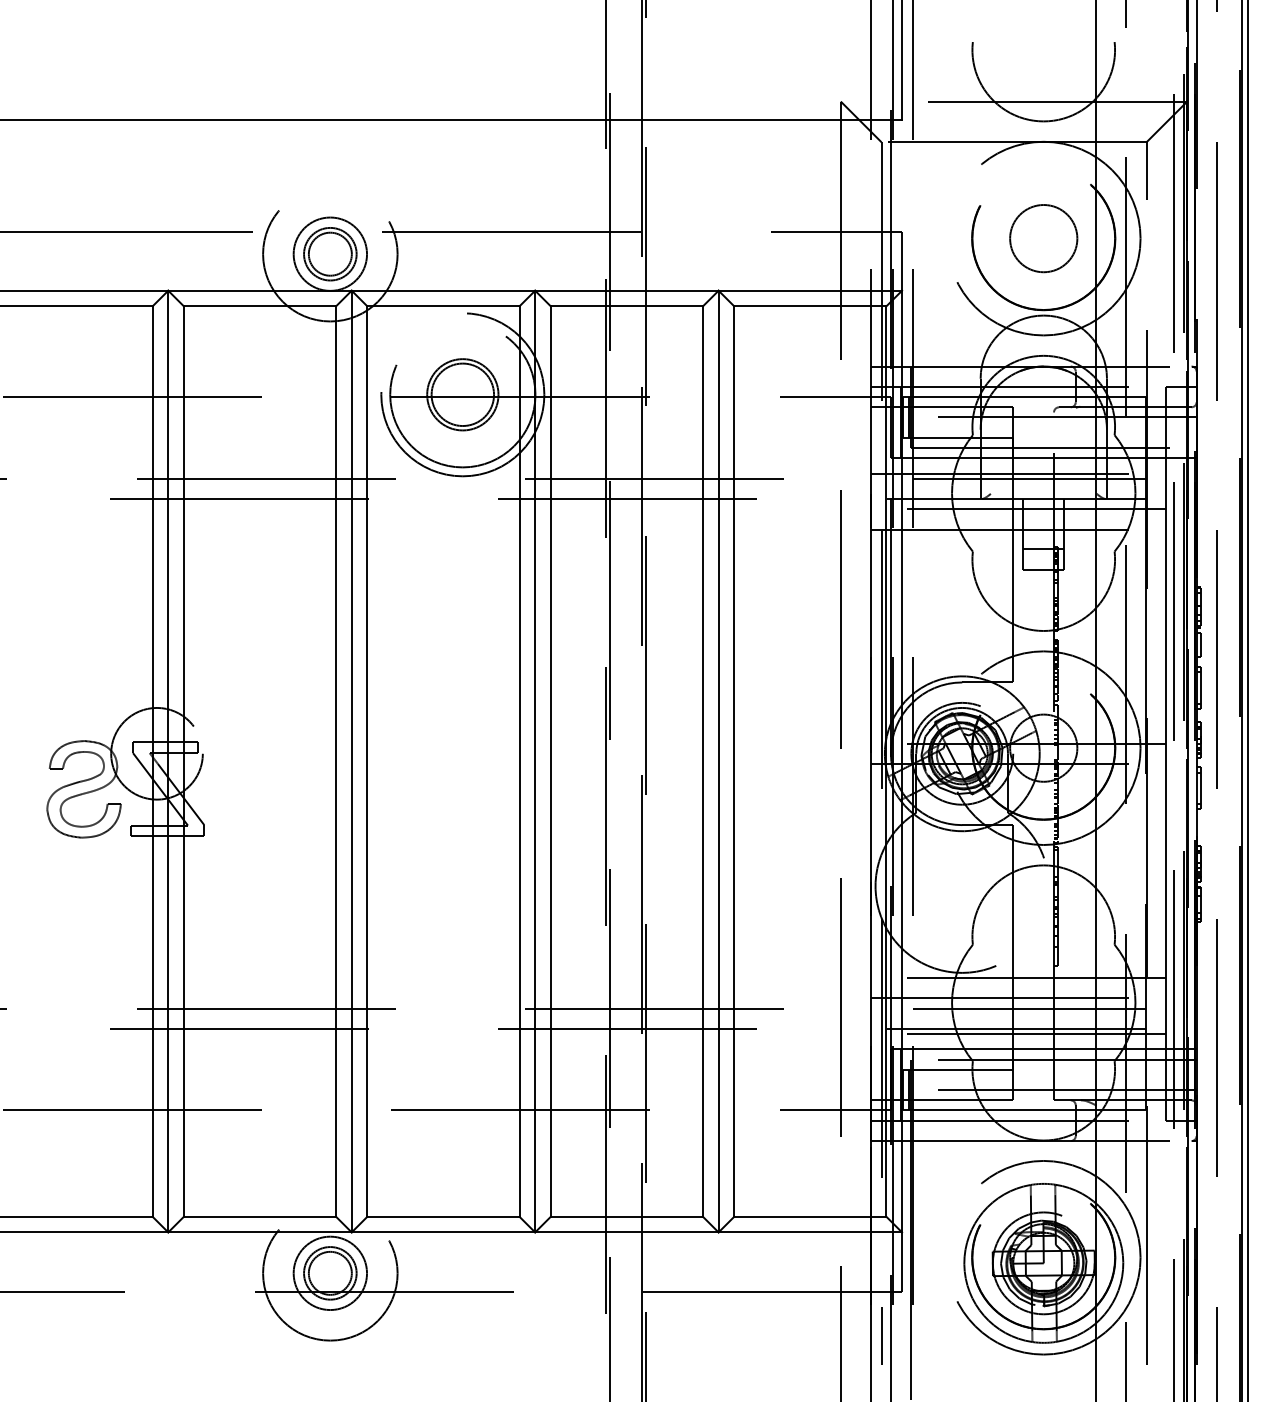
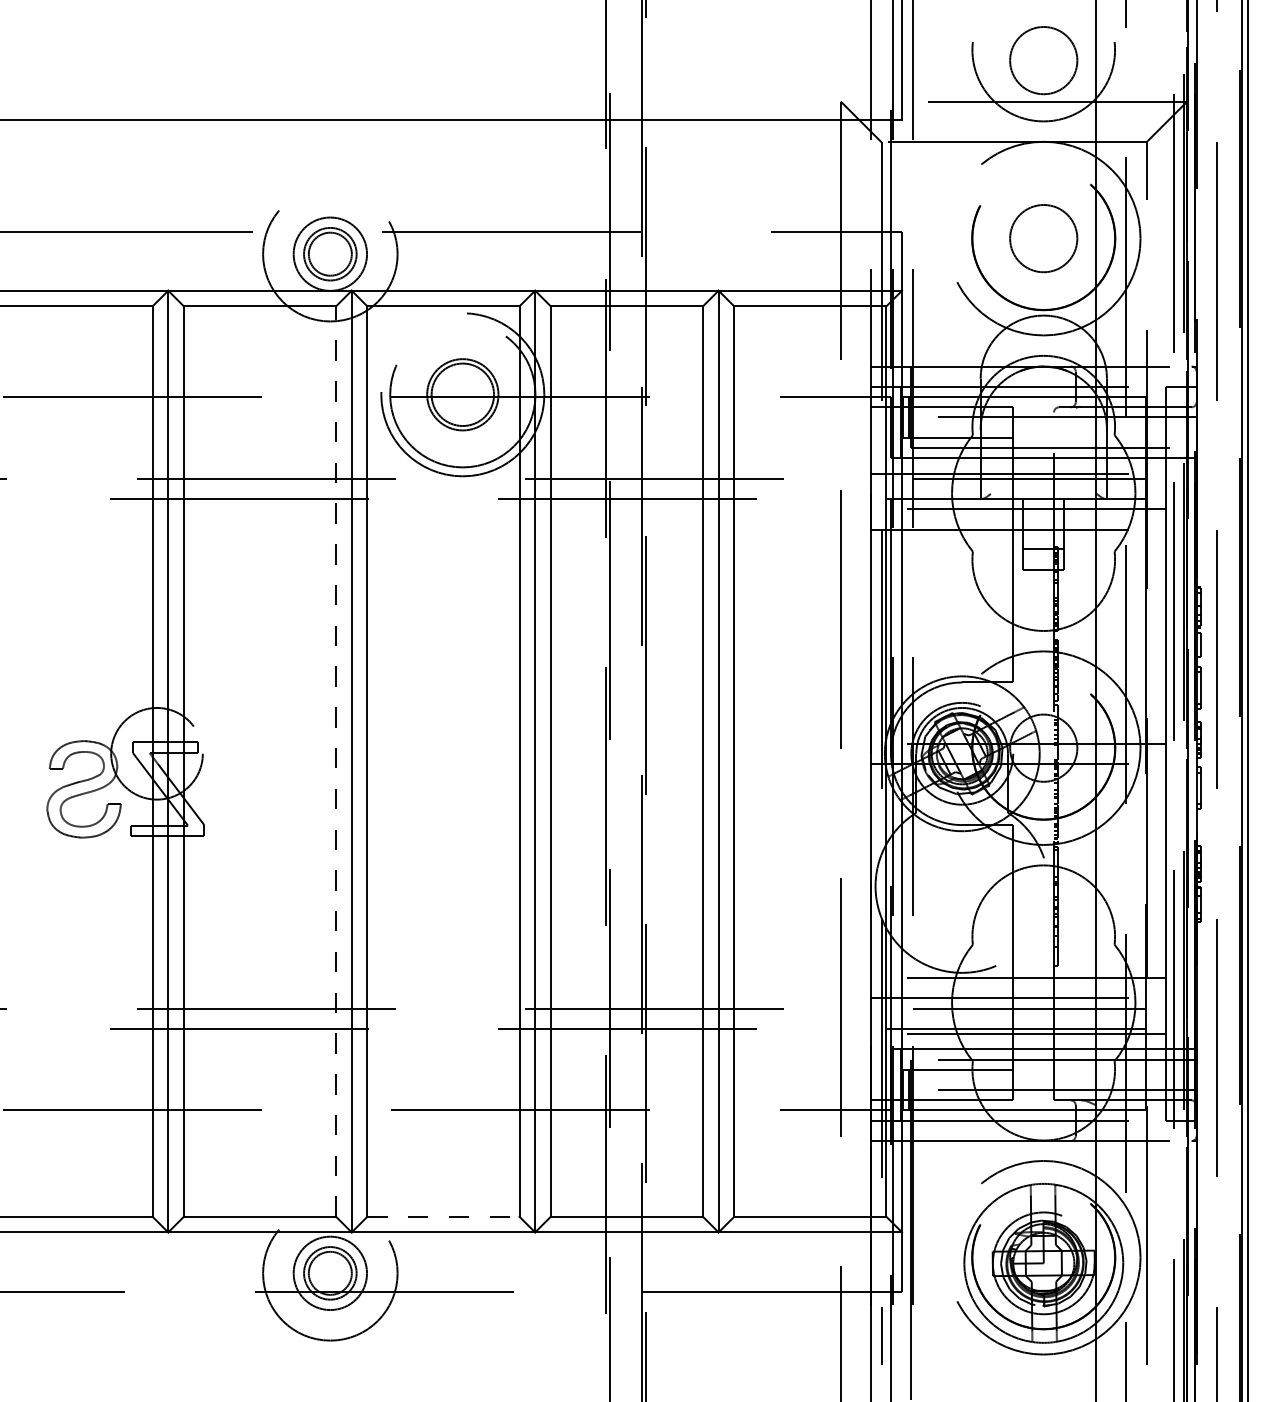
circle at (1043, 60): none -> present
line at (336, 761): solid -> dashed
line at (443, 1216): solid -> dashed
